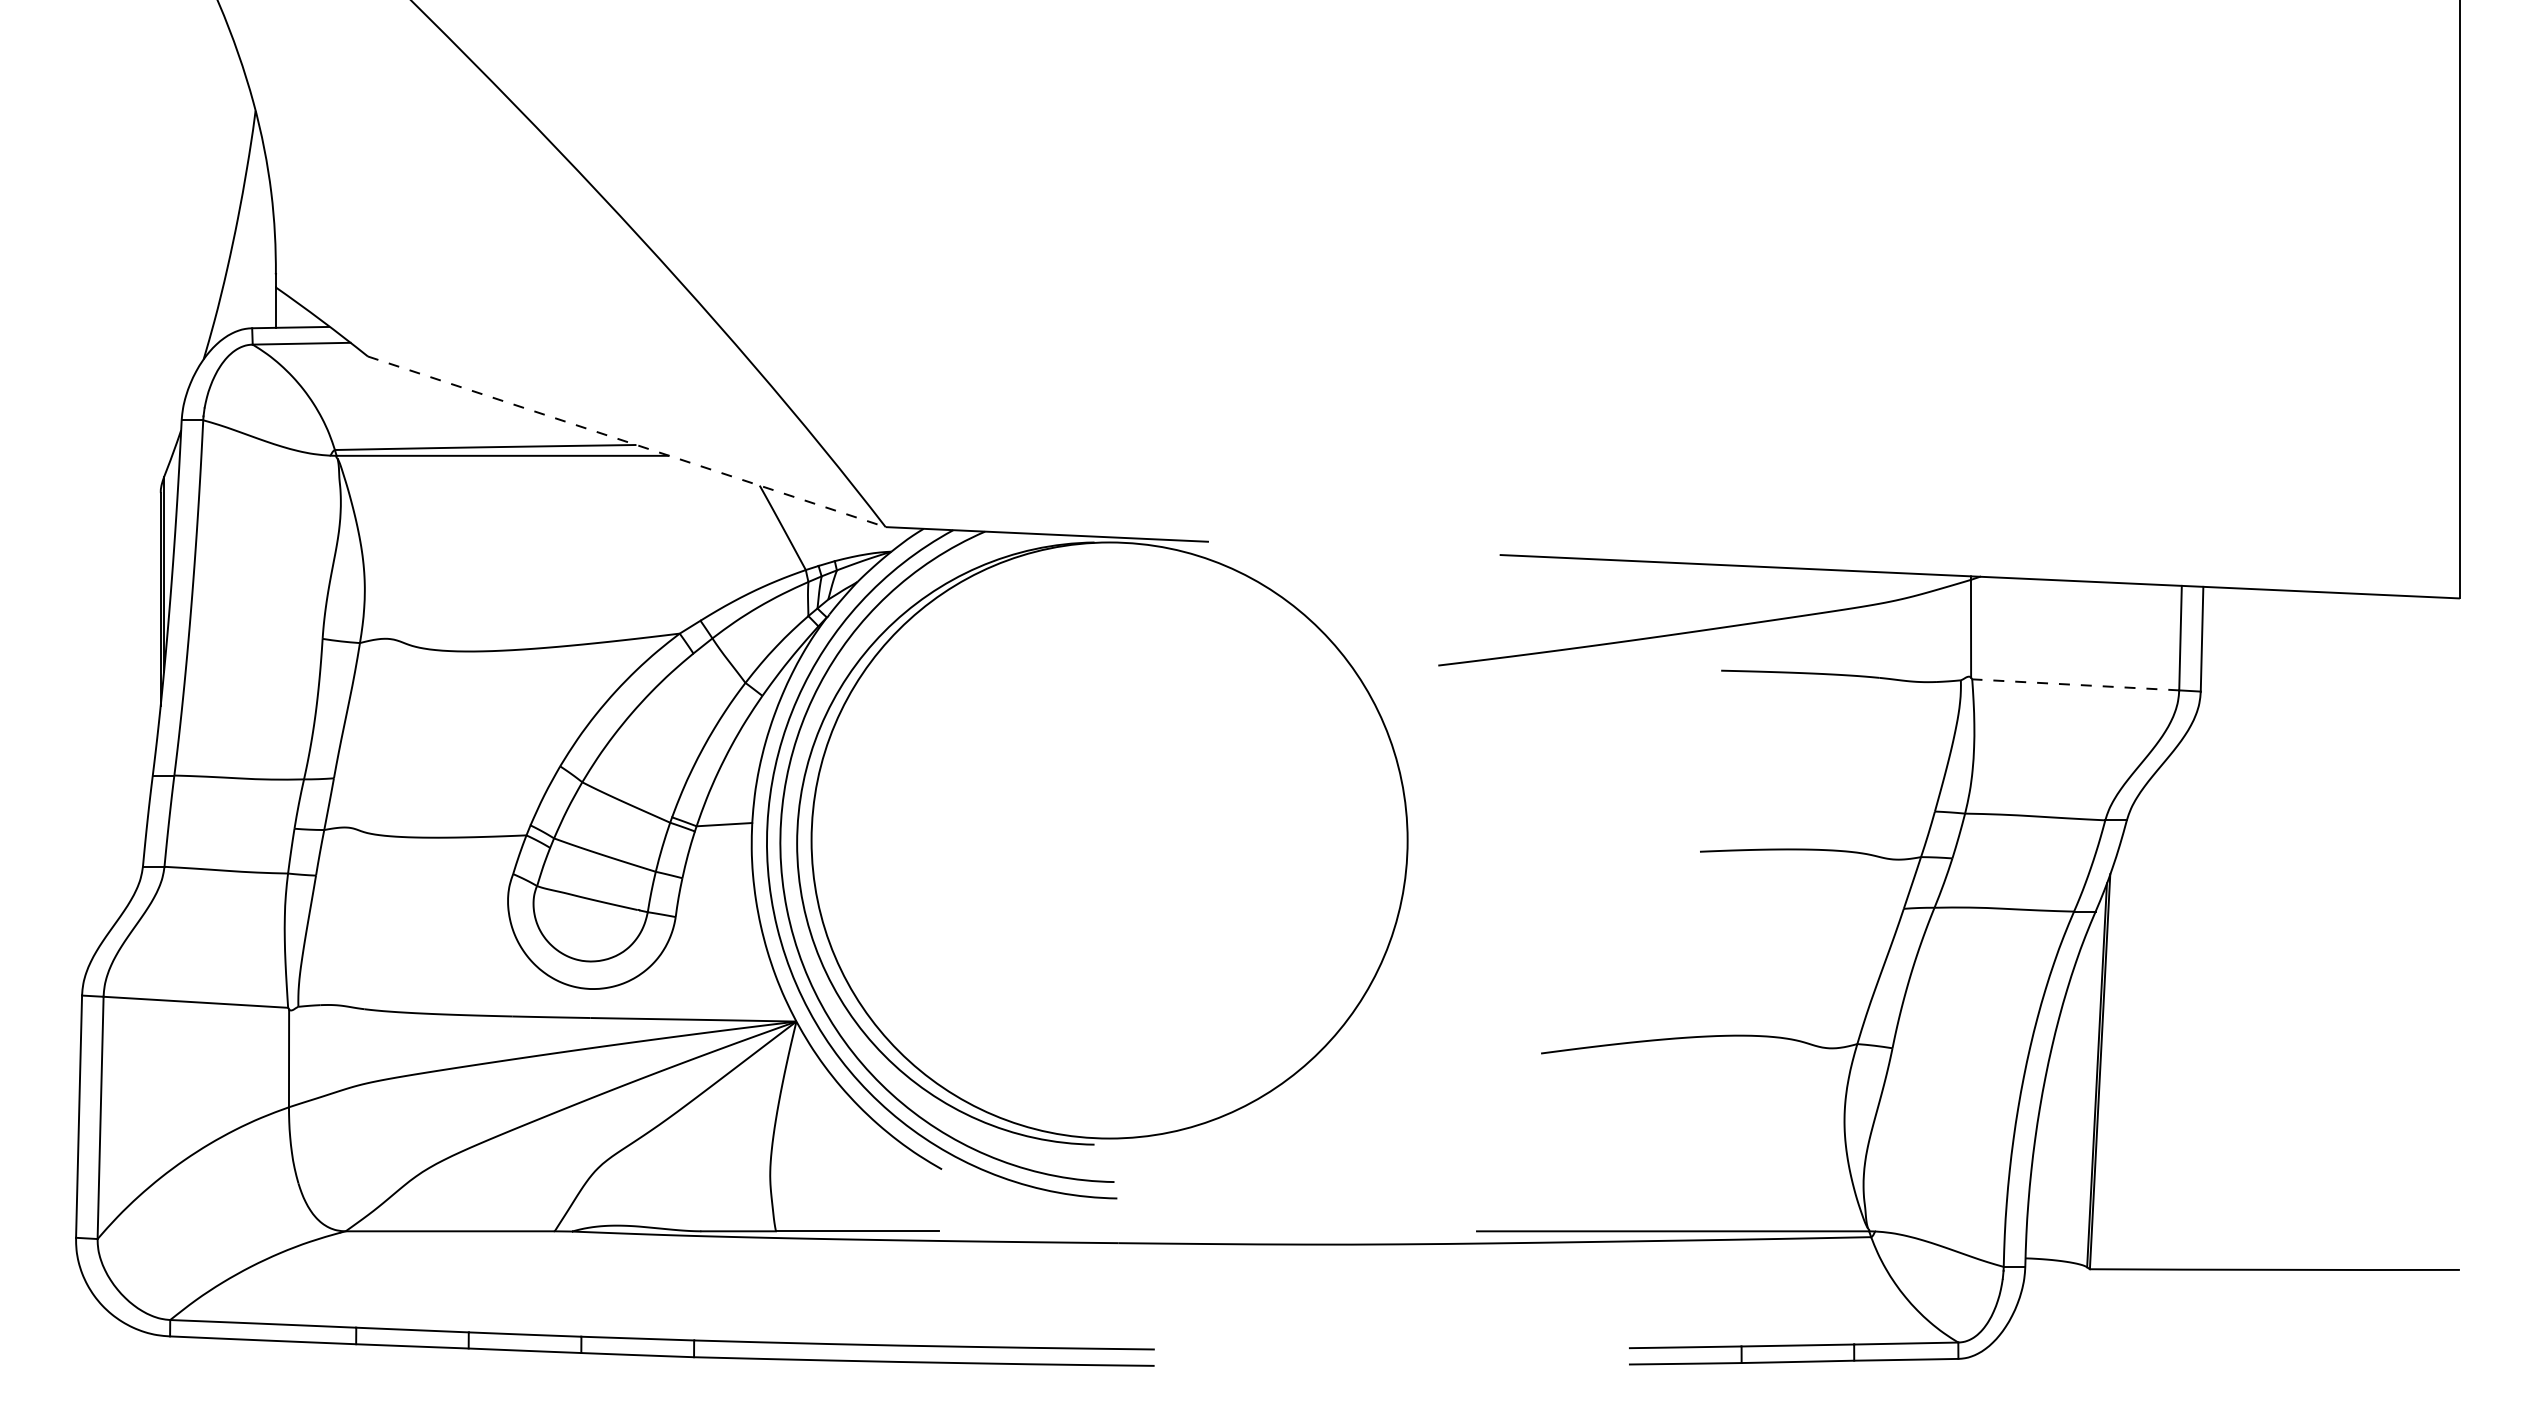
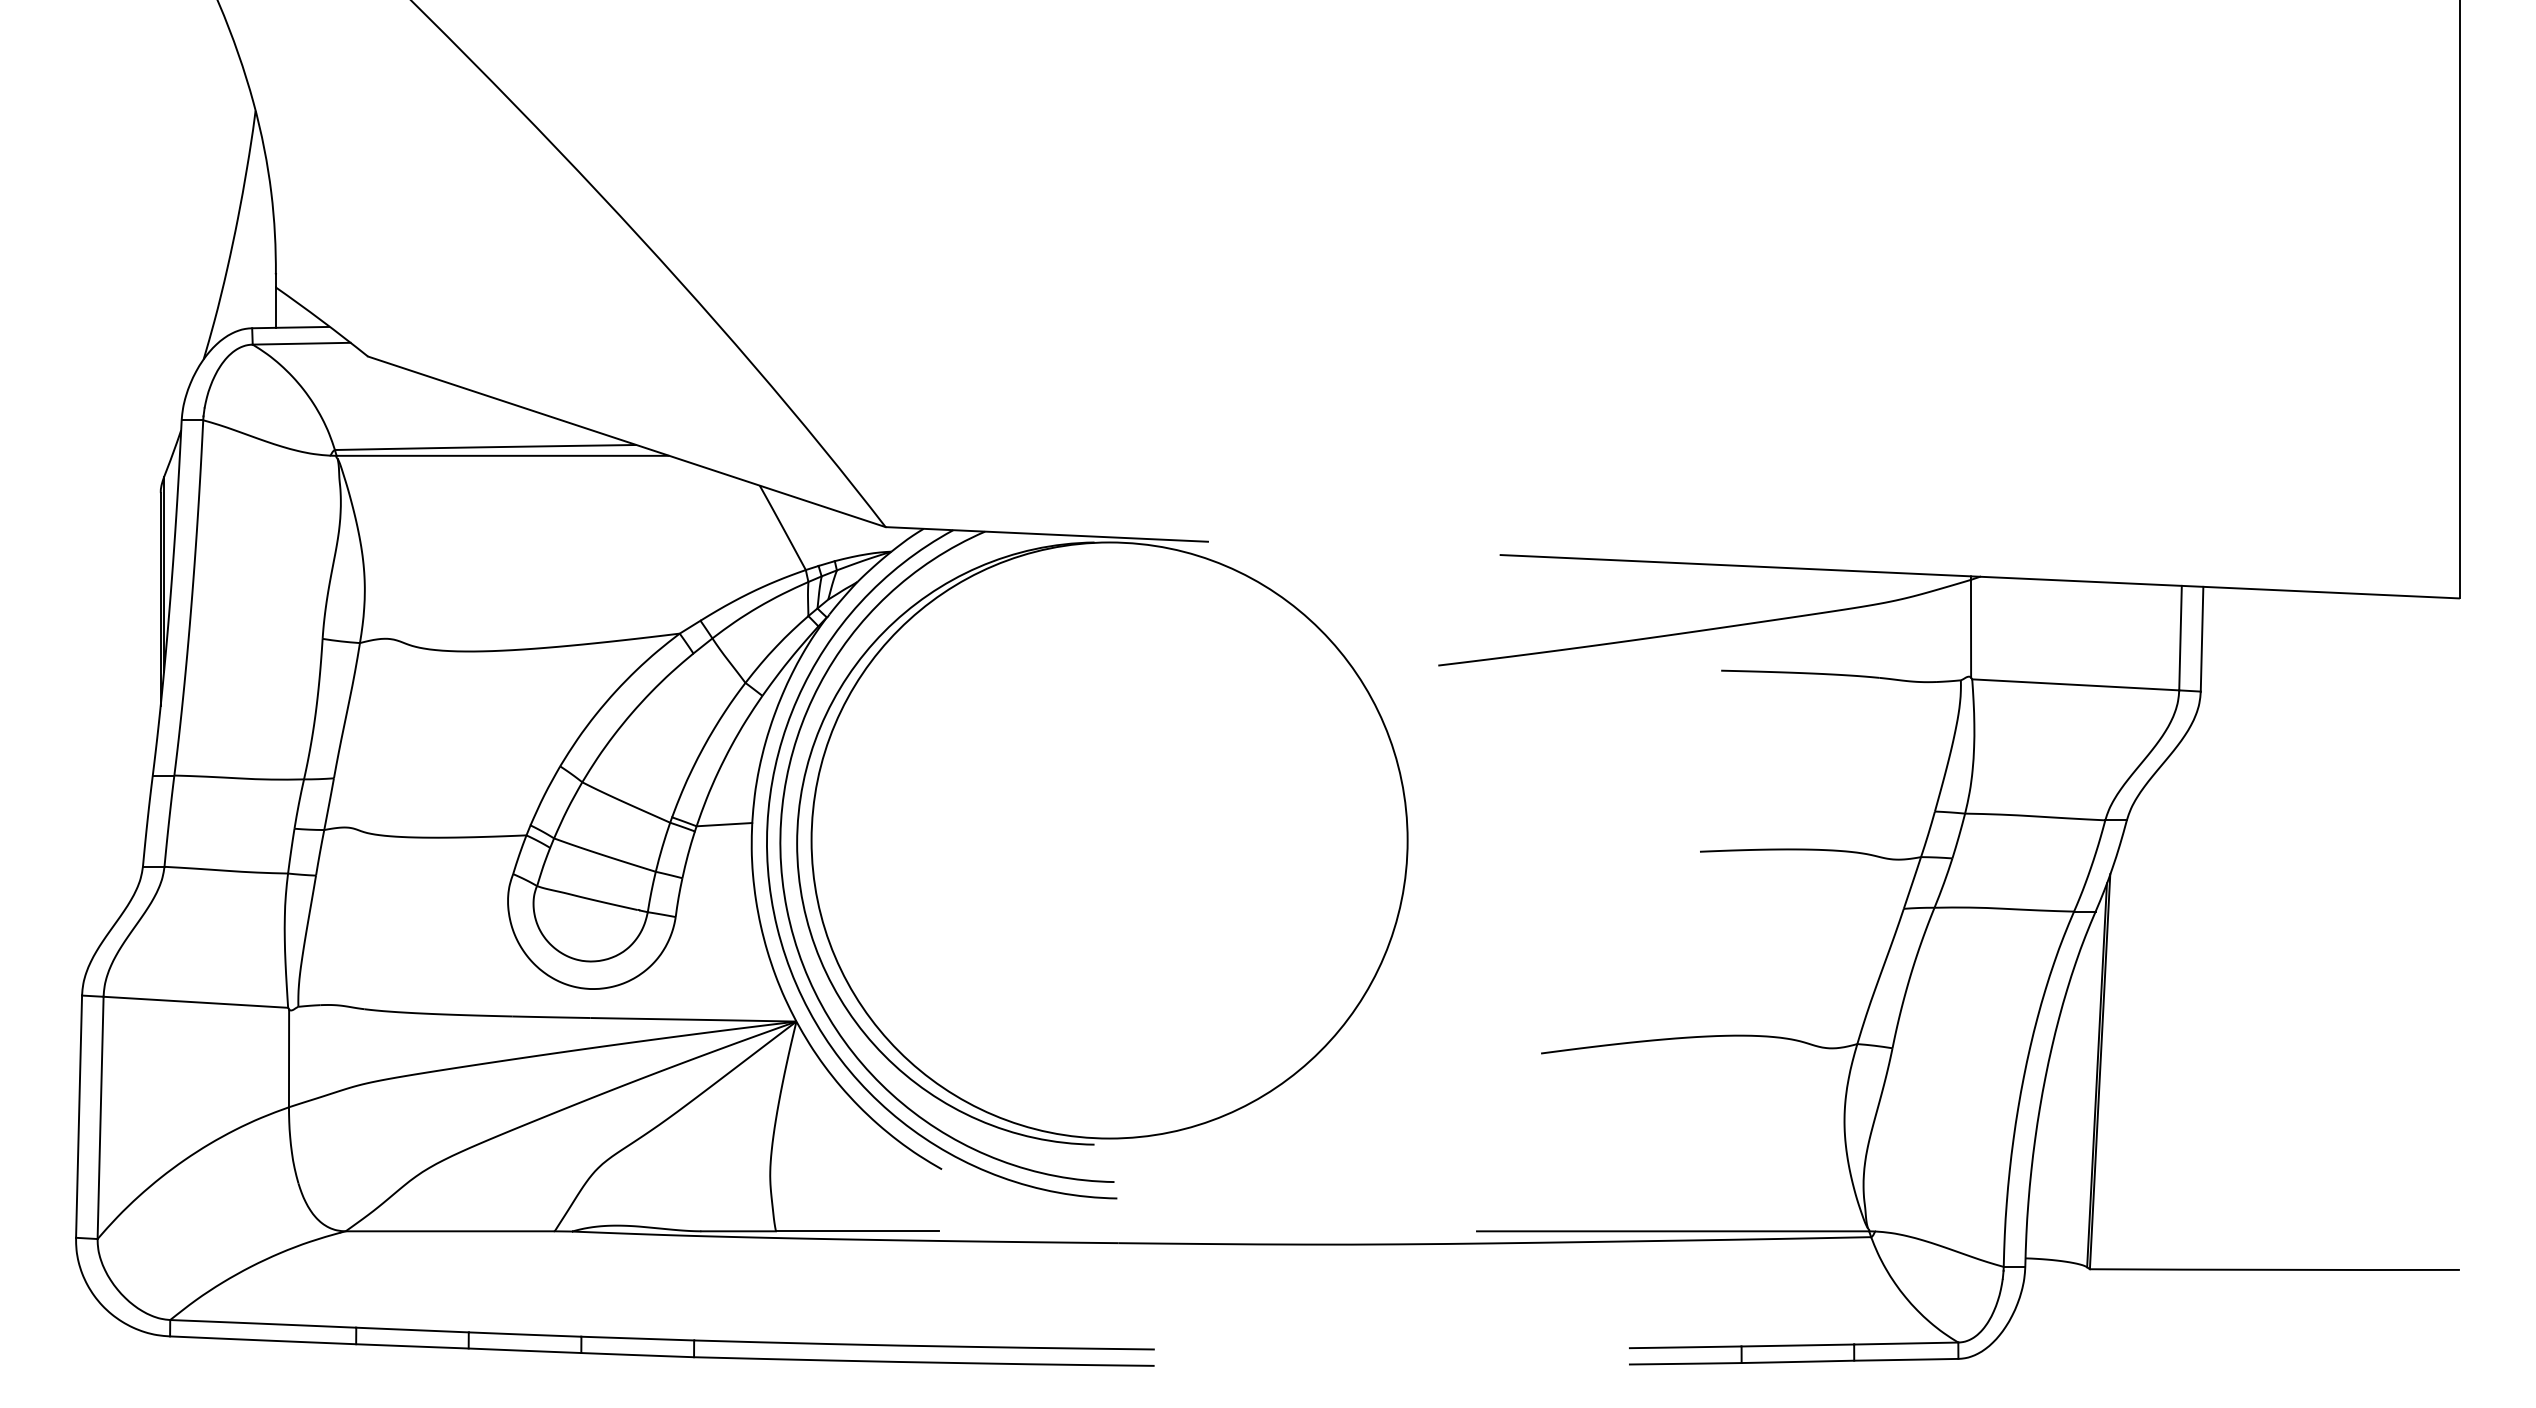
line at (626, 441): dashed -> solid
line at (2075, 684): dashed -> solid
